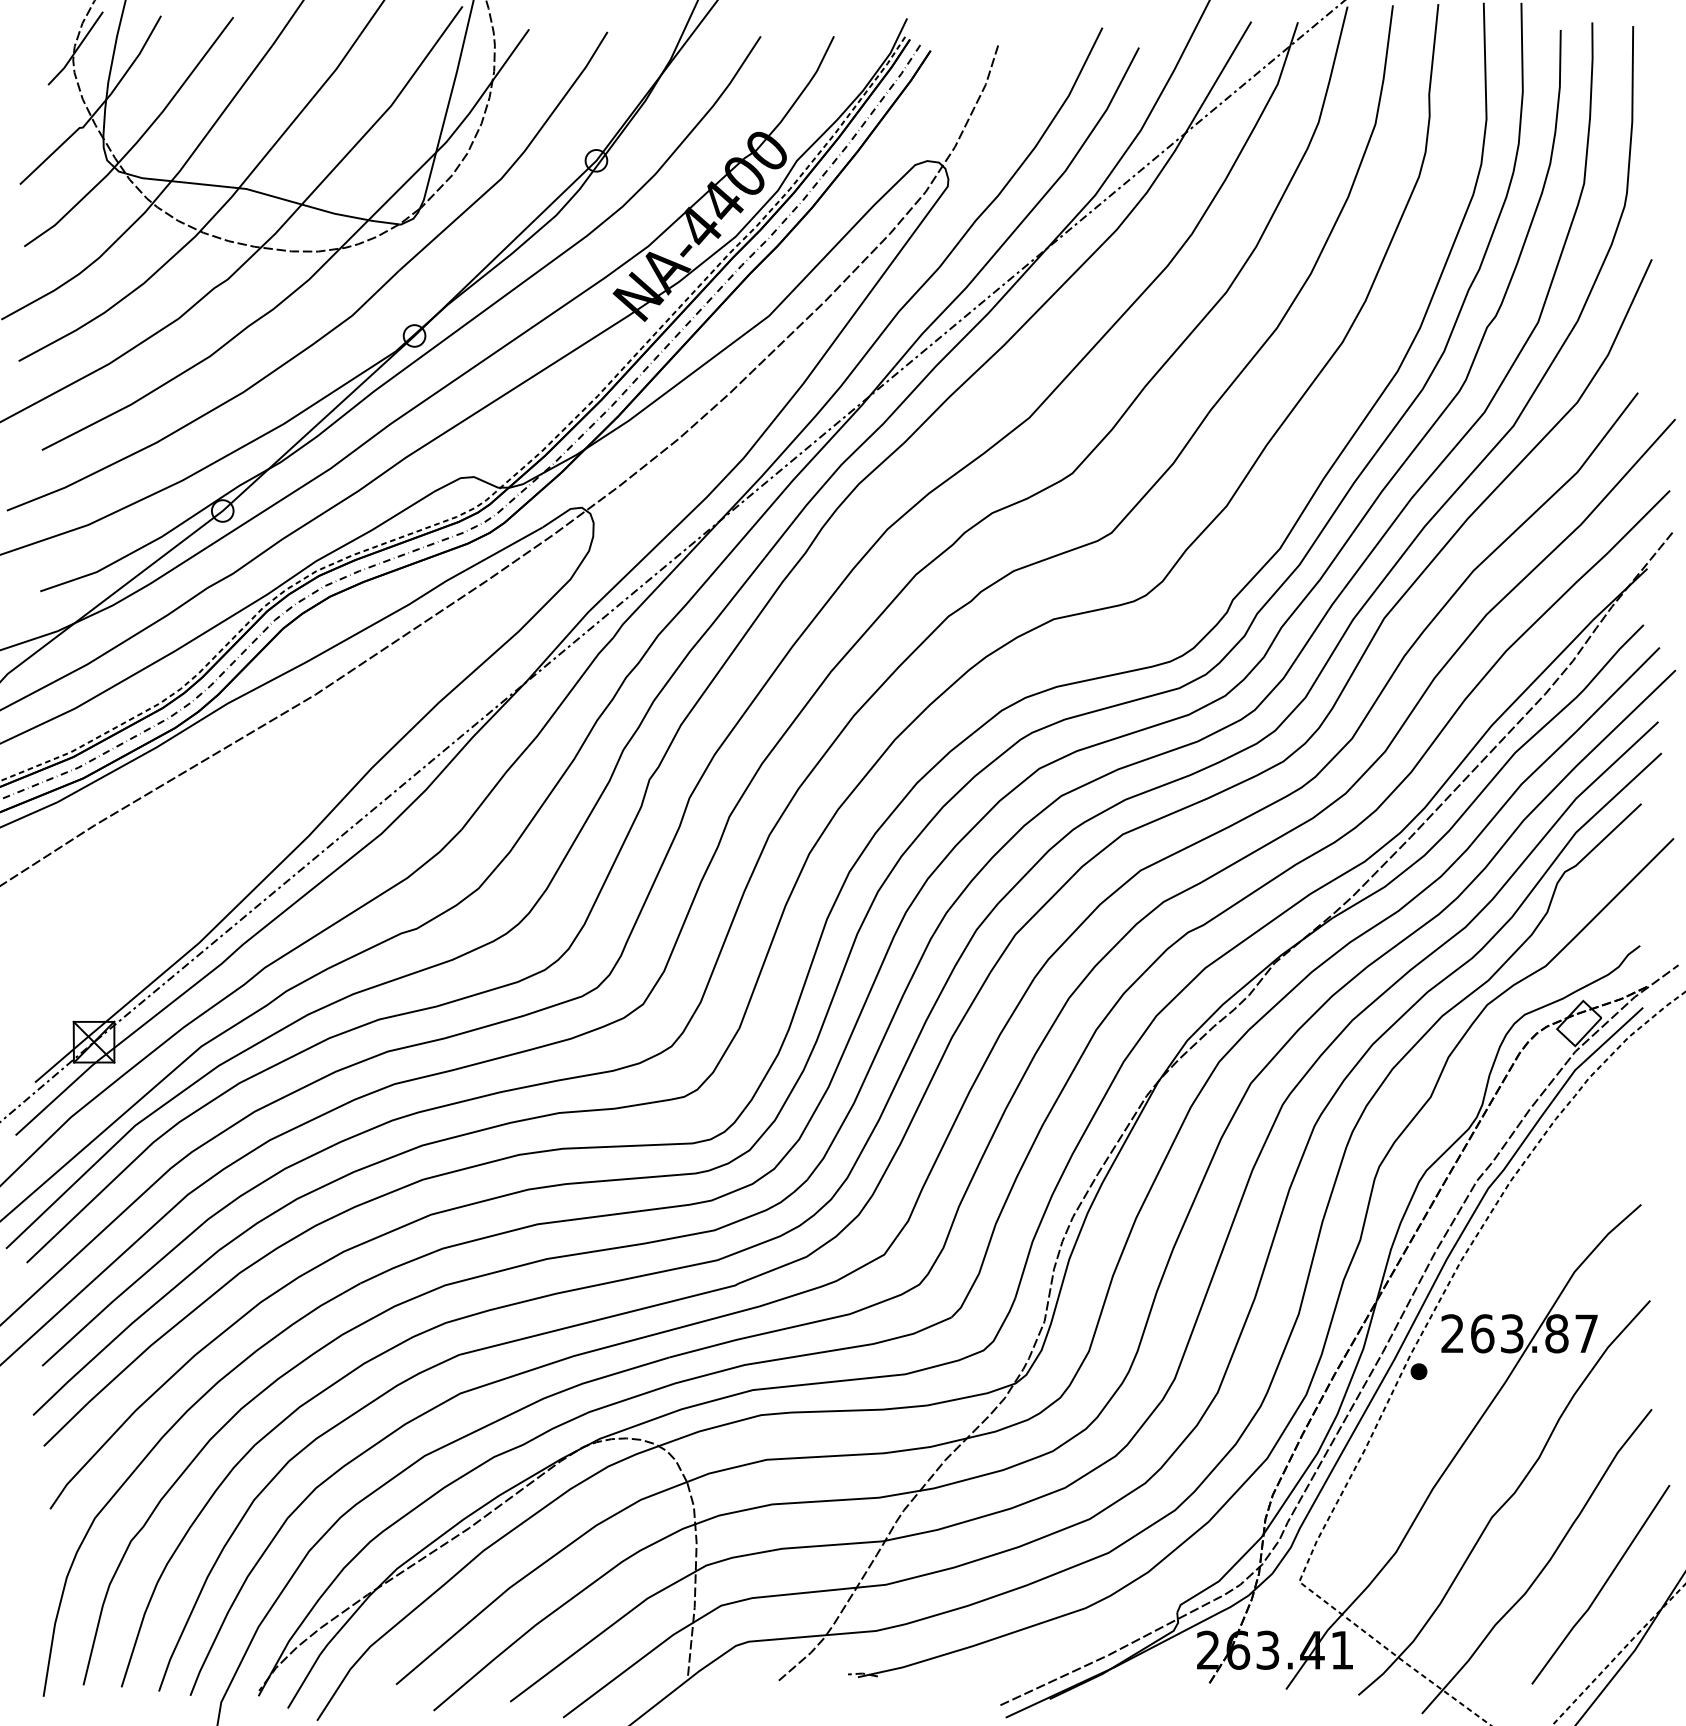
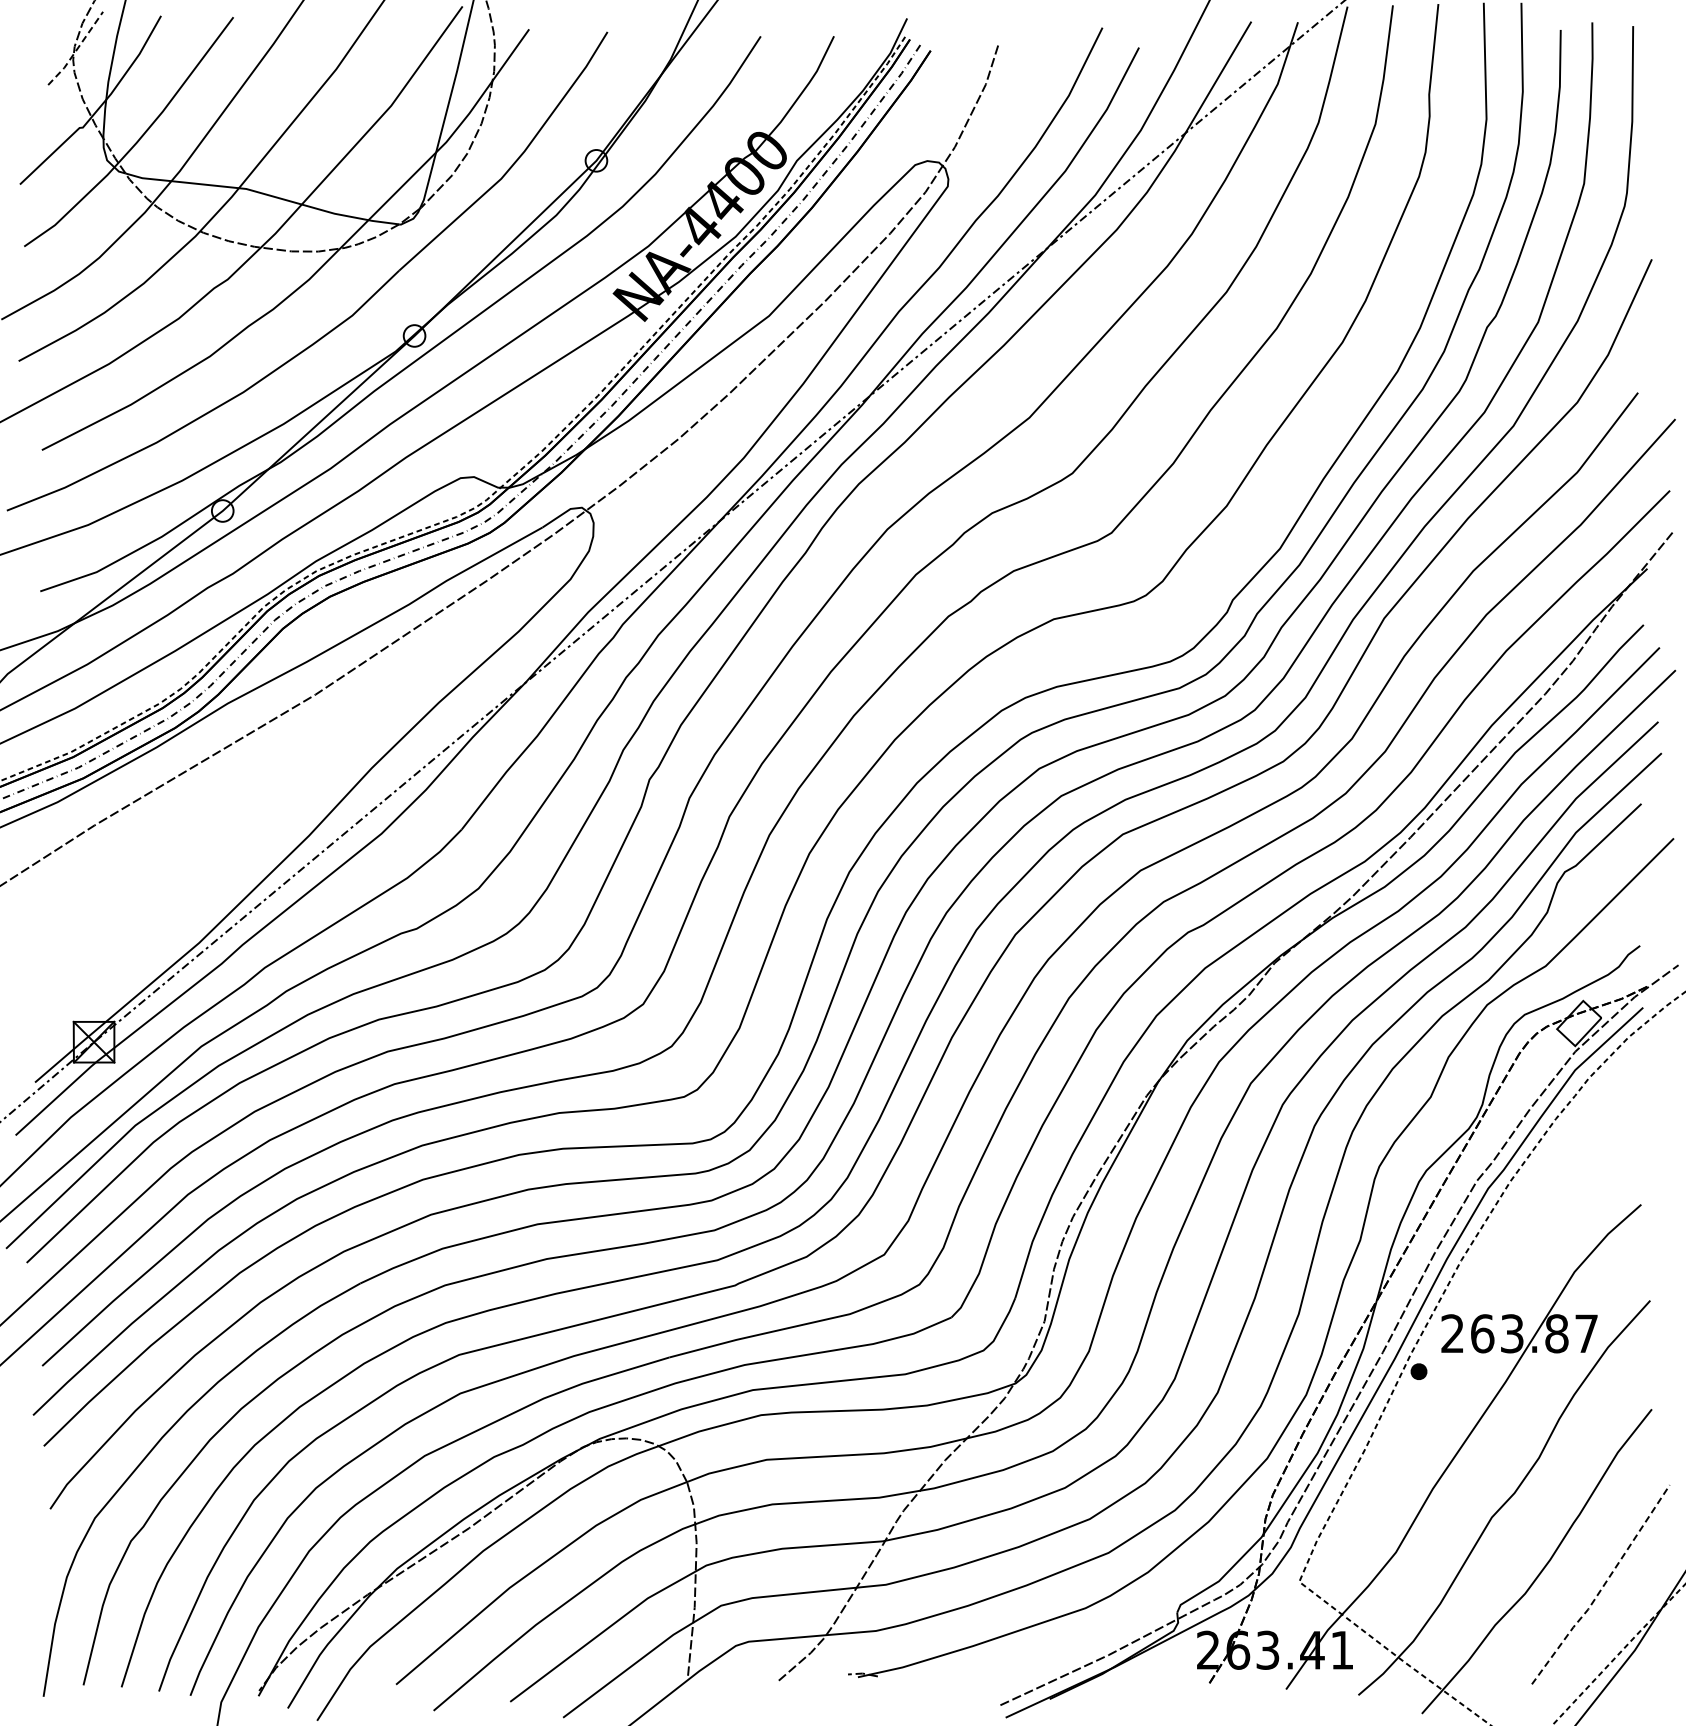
line at (76, 50): solid -> dashed
line at (1602, 1587): solid -> dashed
